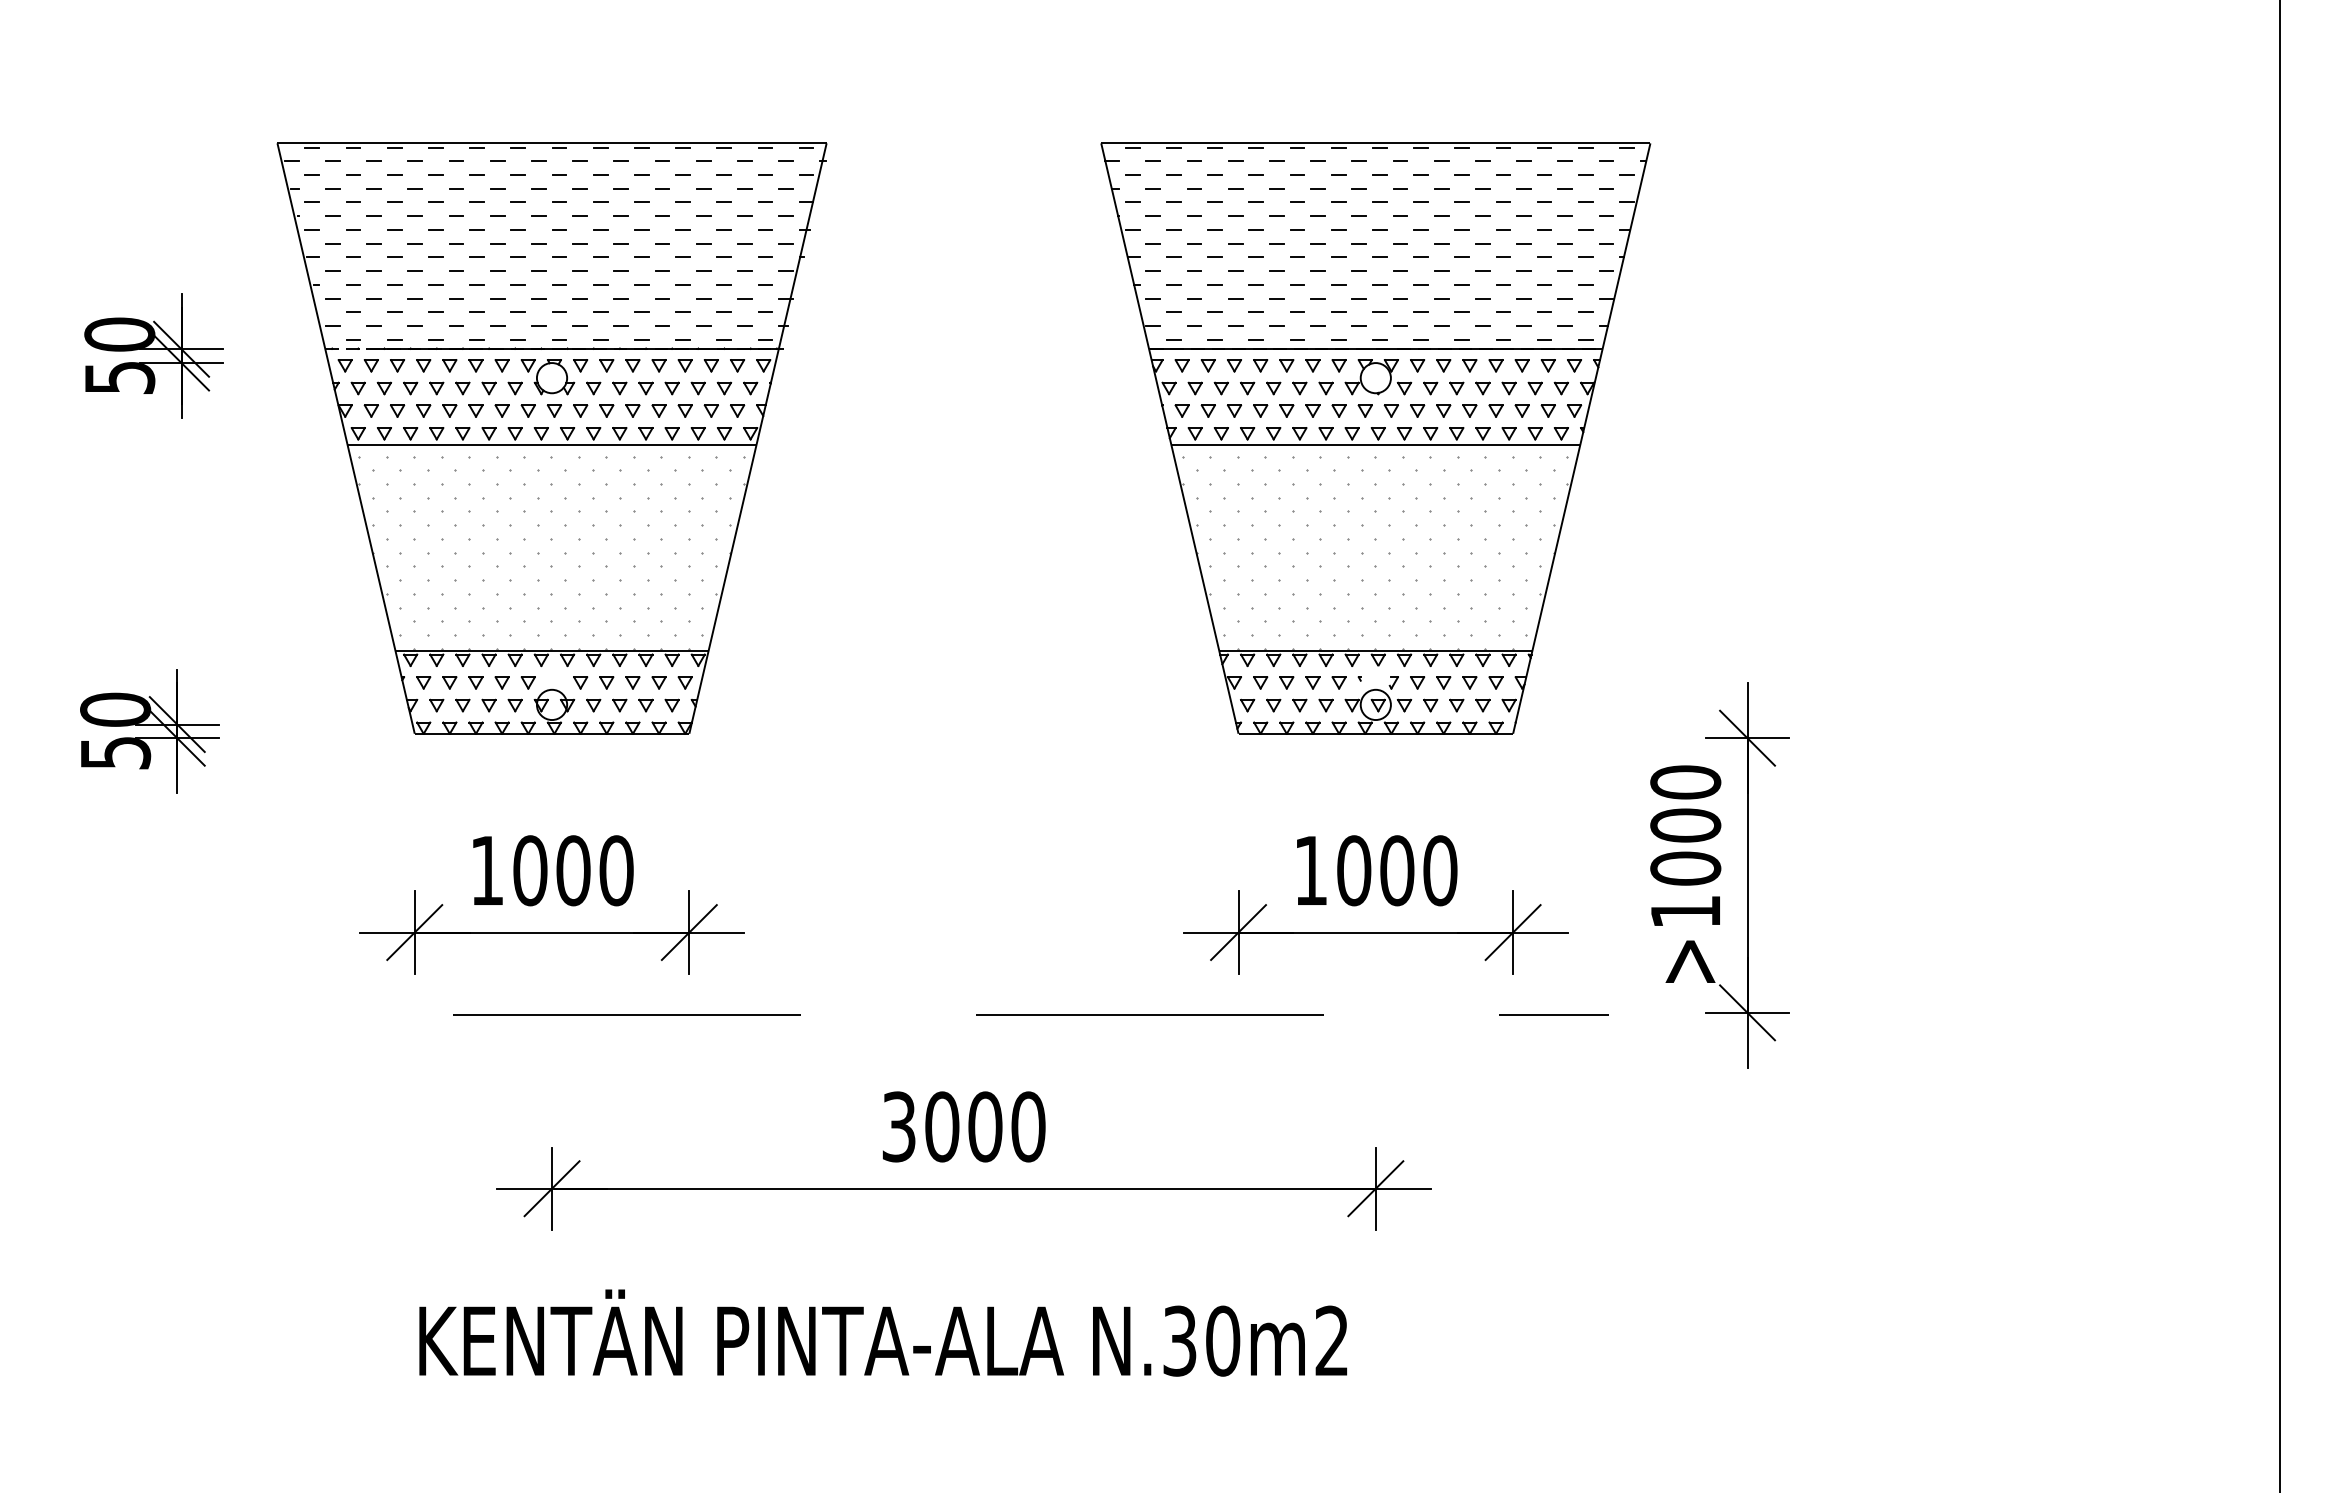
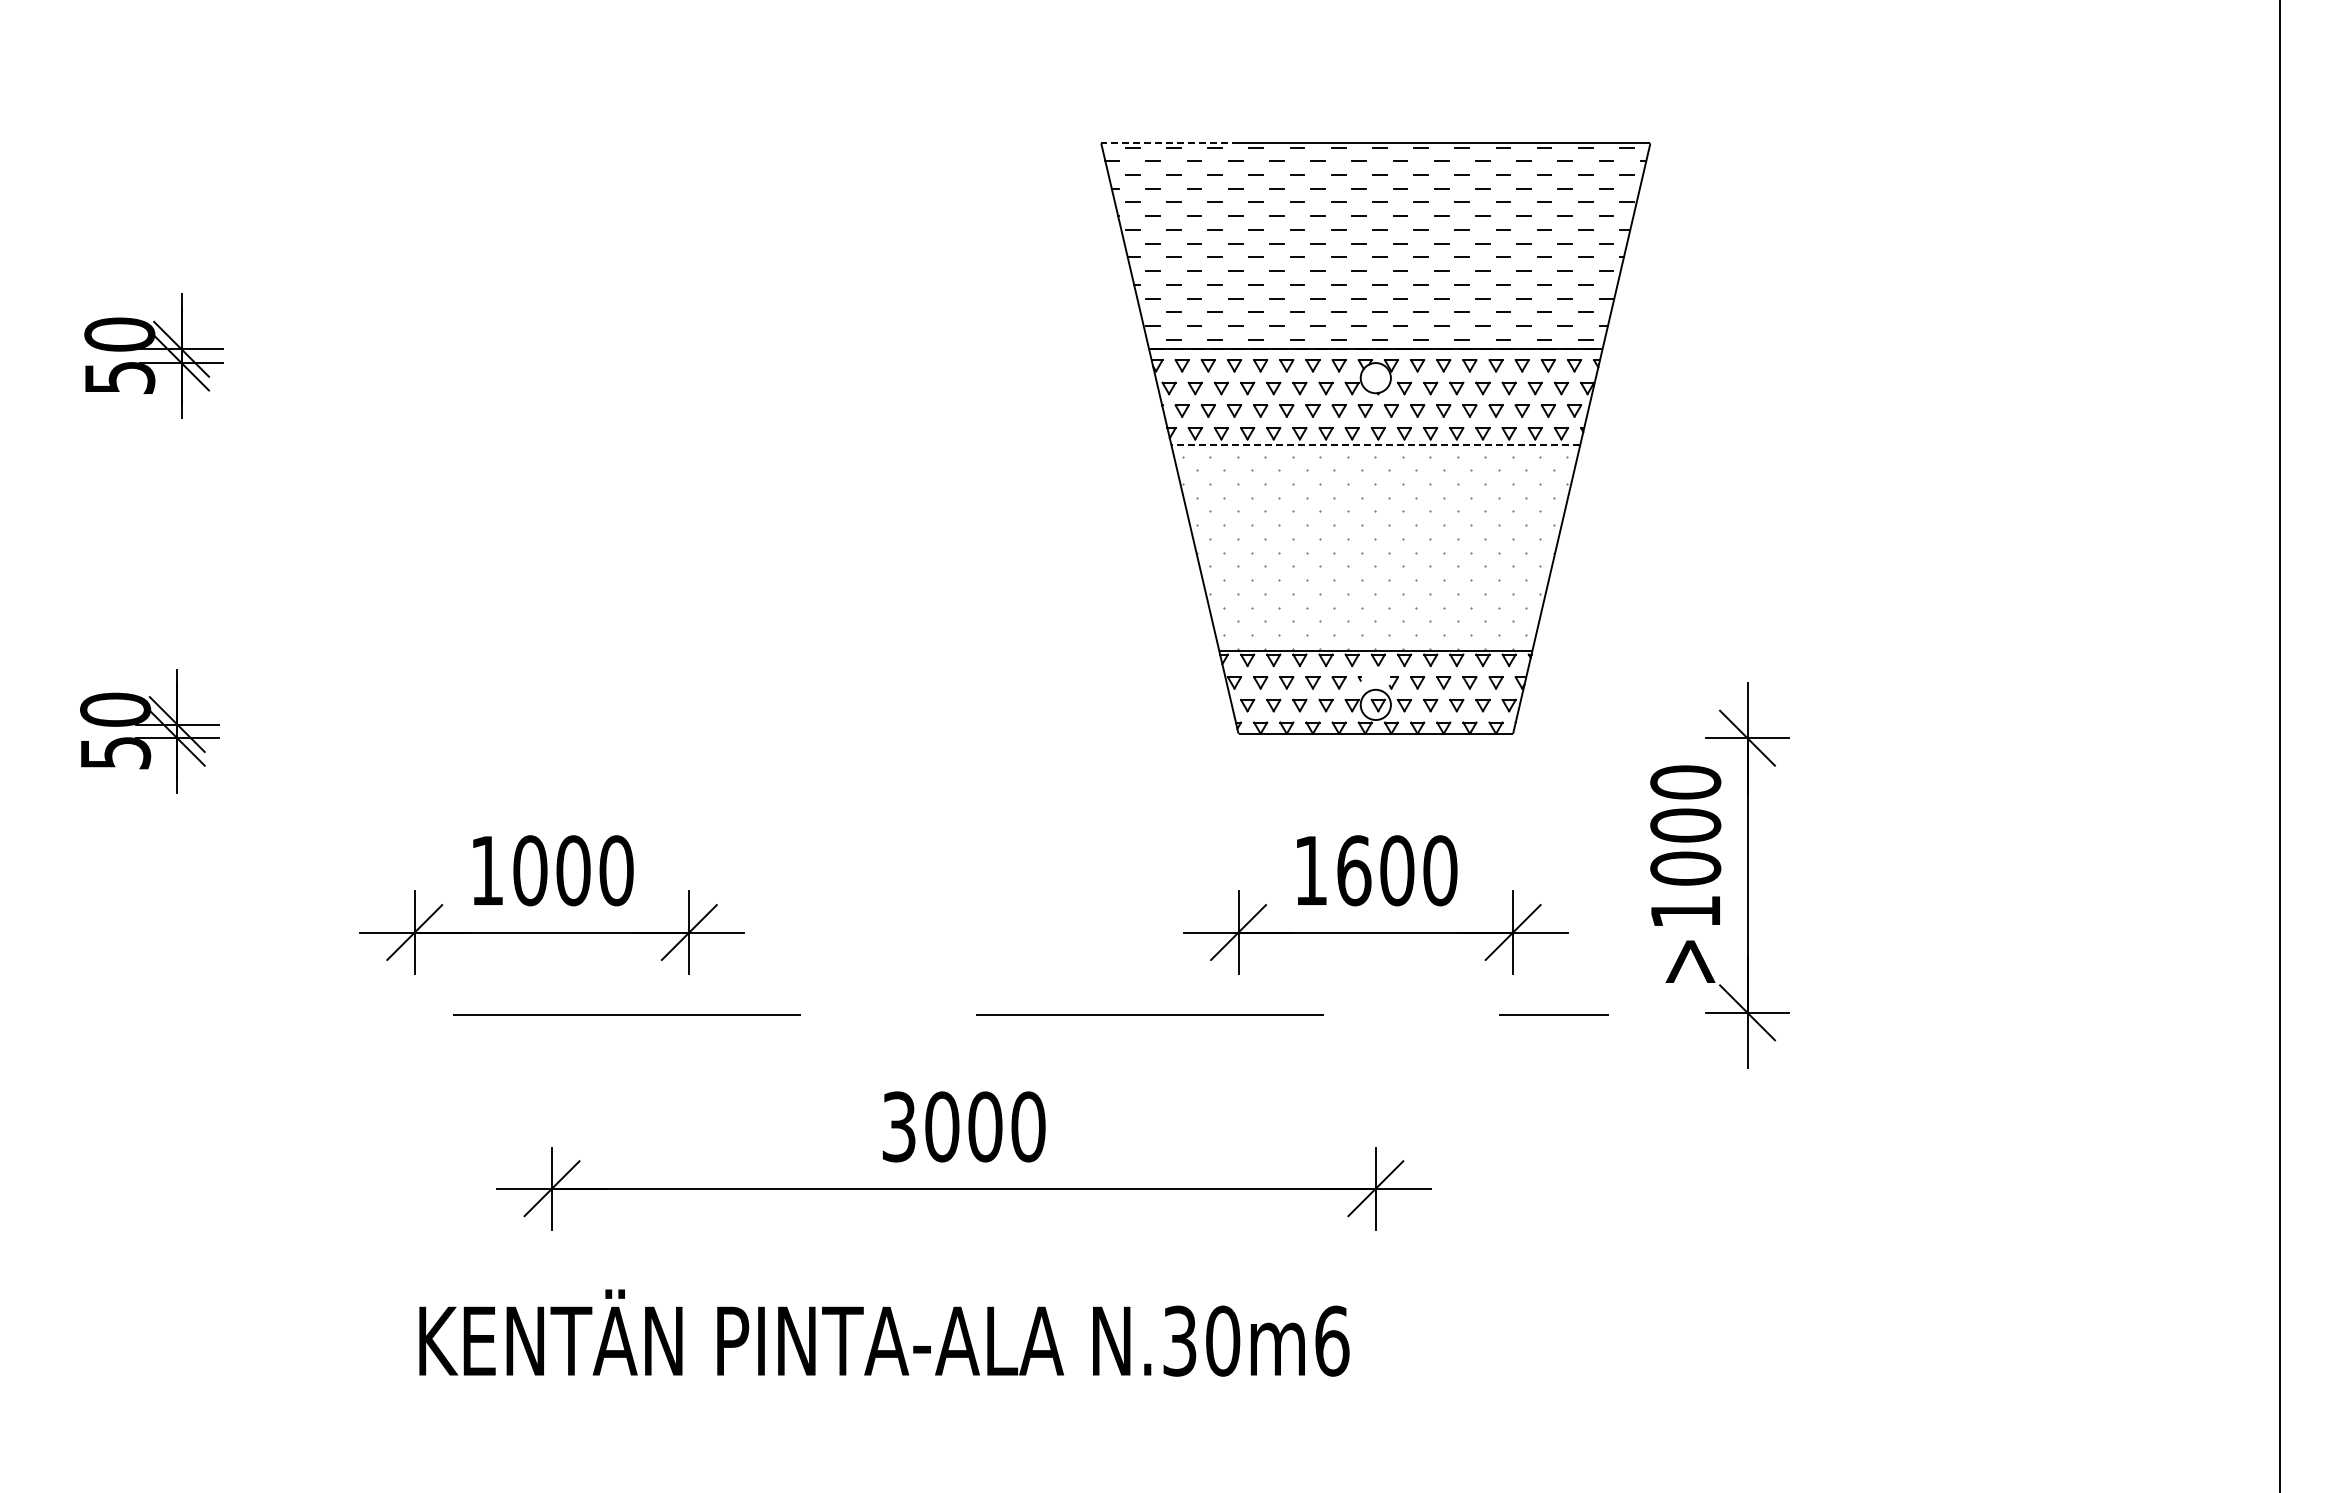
line at (1169, 143): solid -> dashed
part at (551, 438): present -> none
line at (1375, 445): solid -> dashed
text at (1354, 870): 1000 -> 1600
text at (1332, 1340): N.30m2 -> N.30m6
